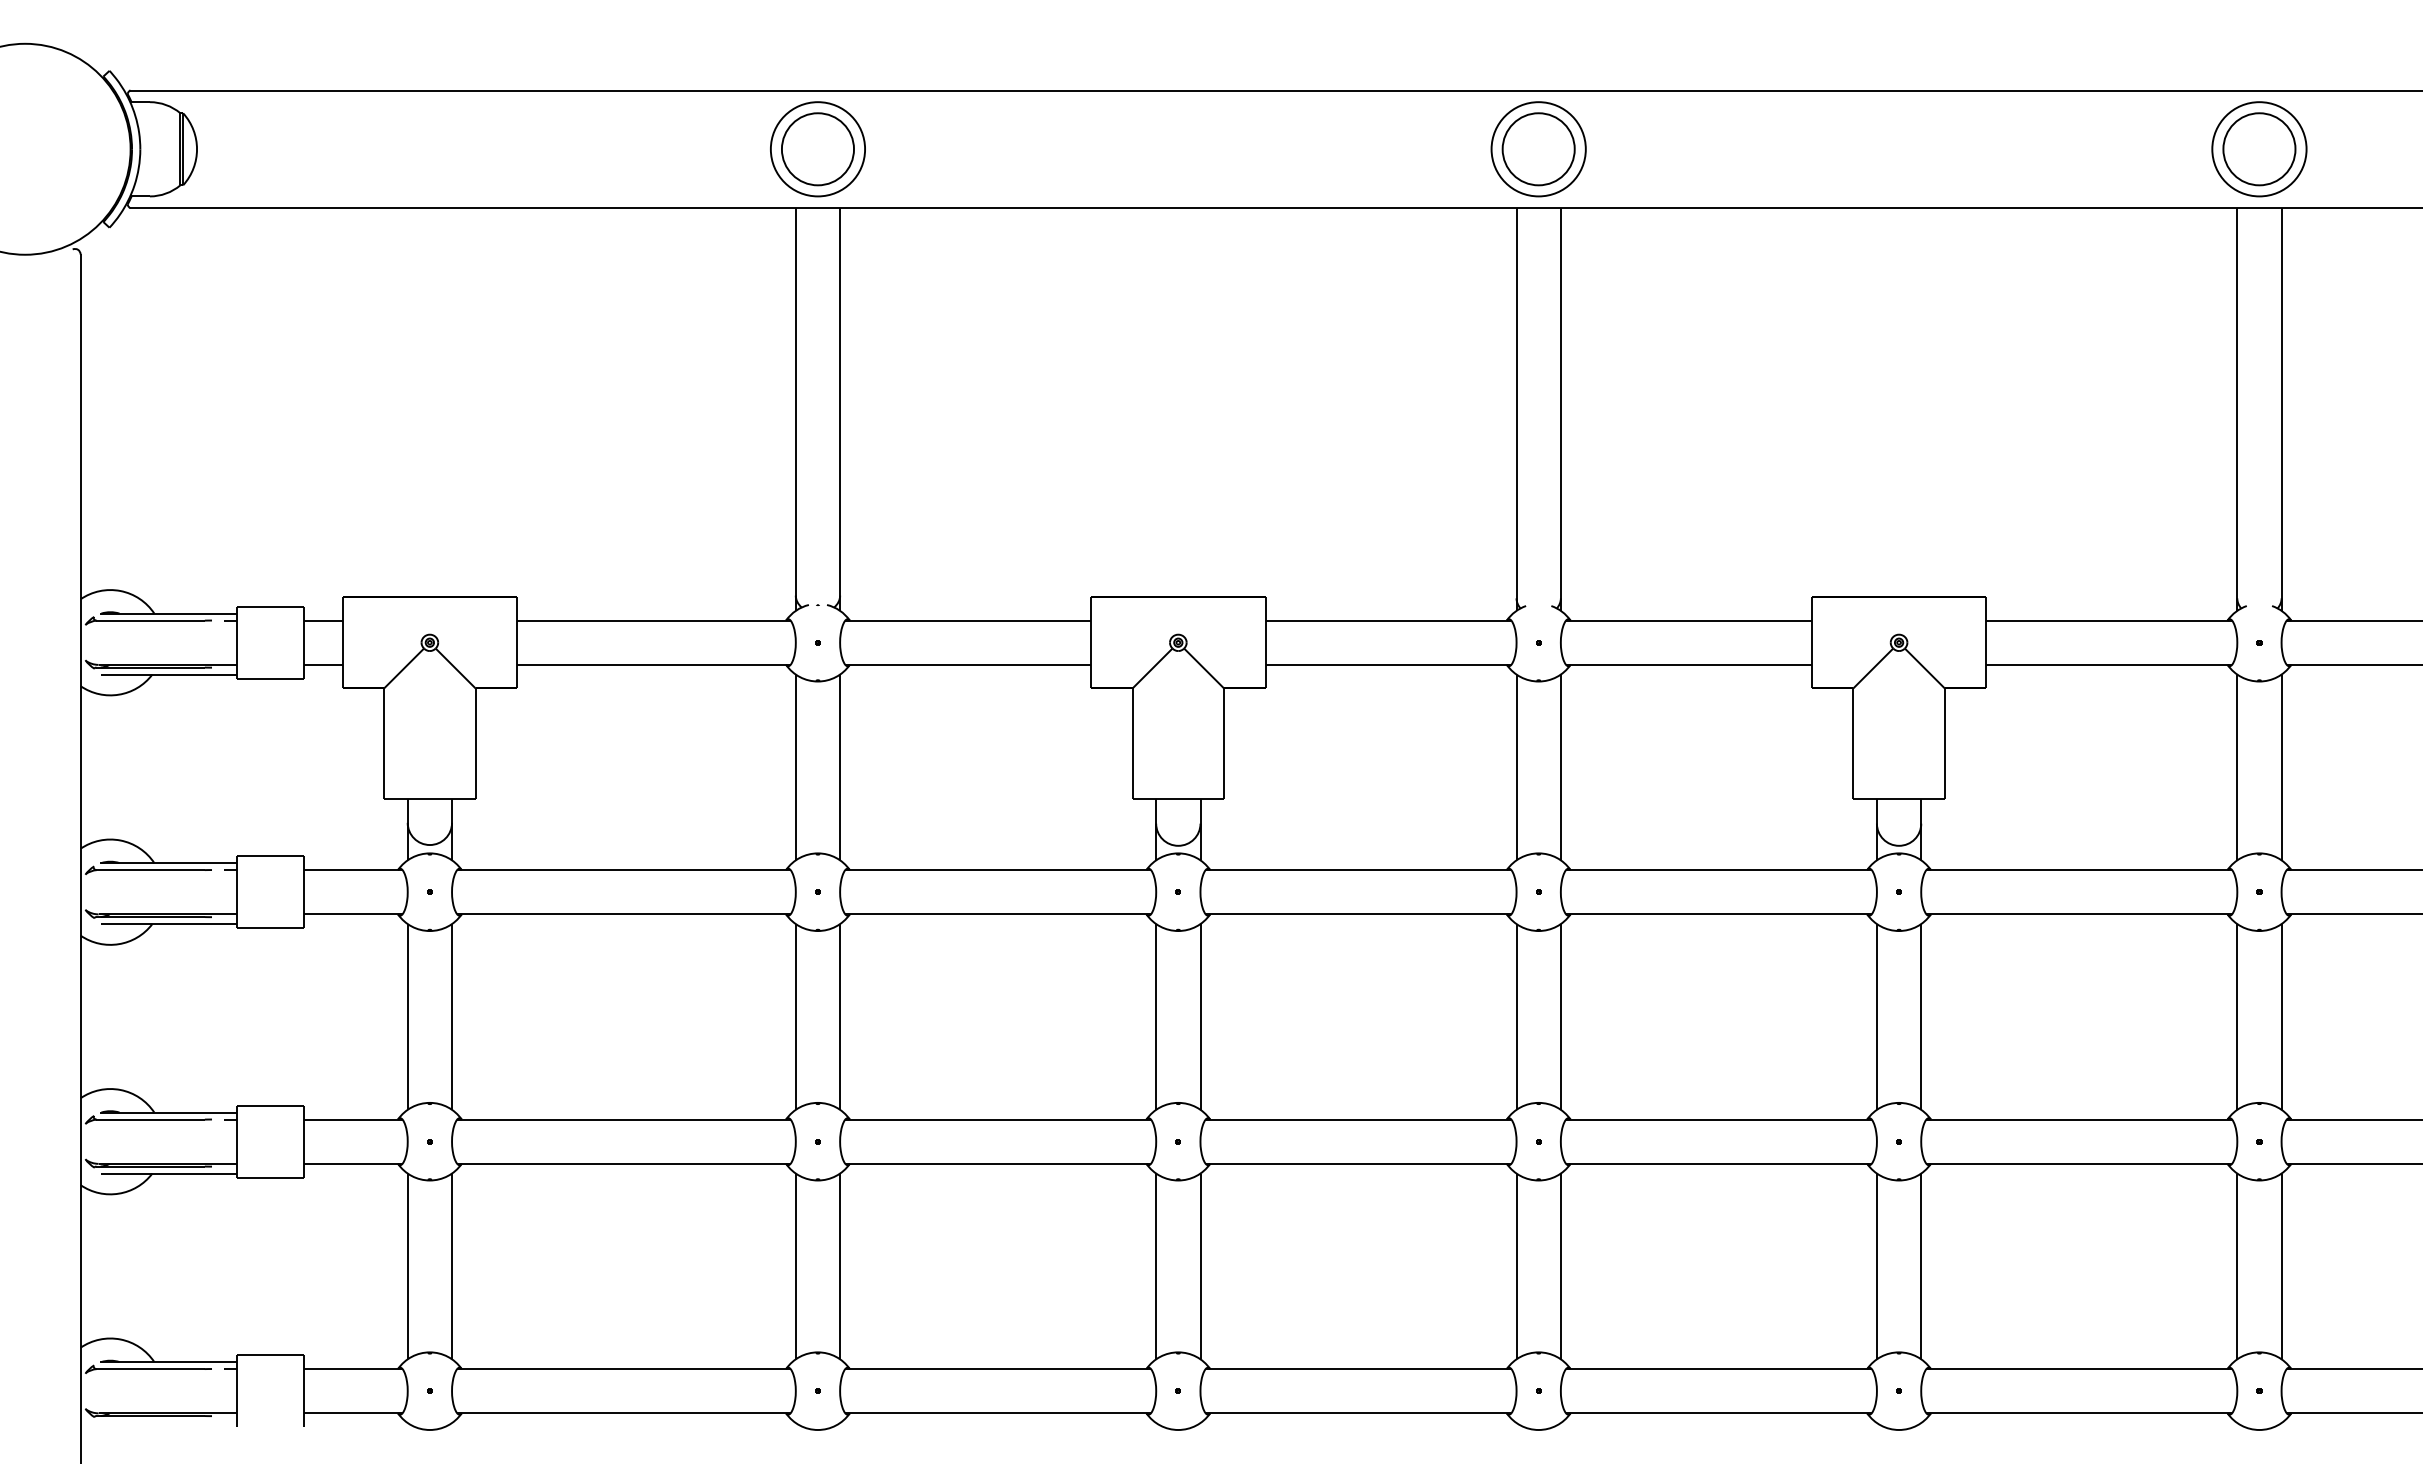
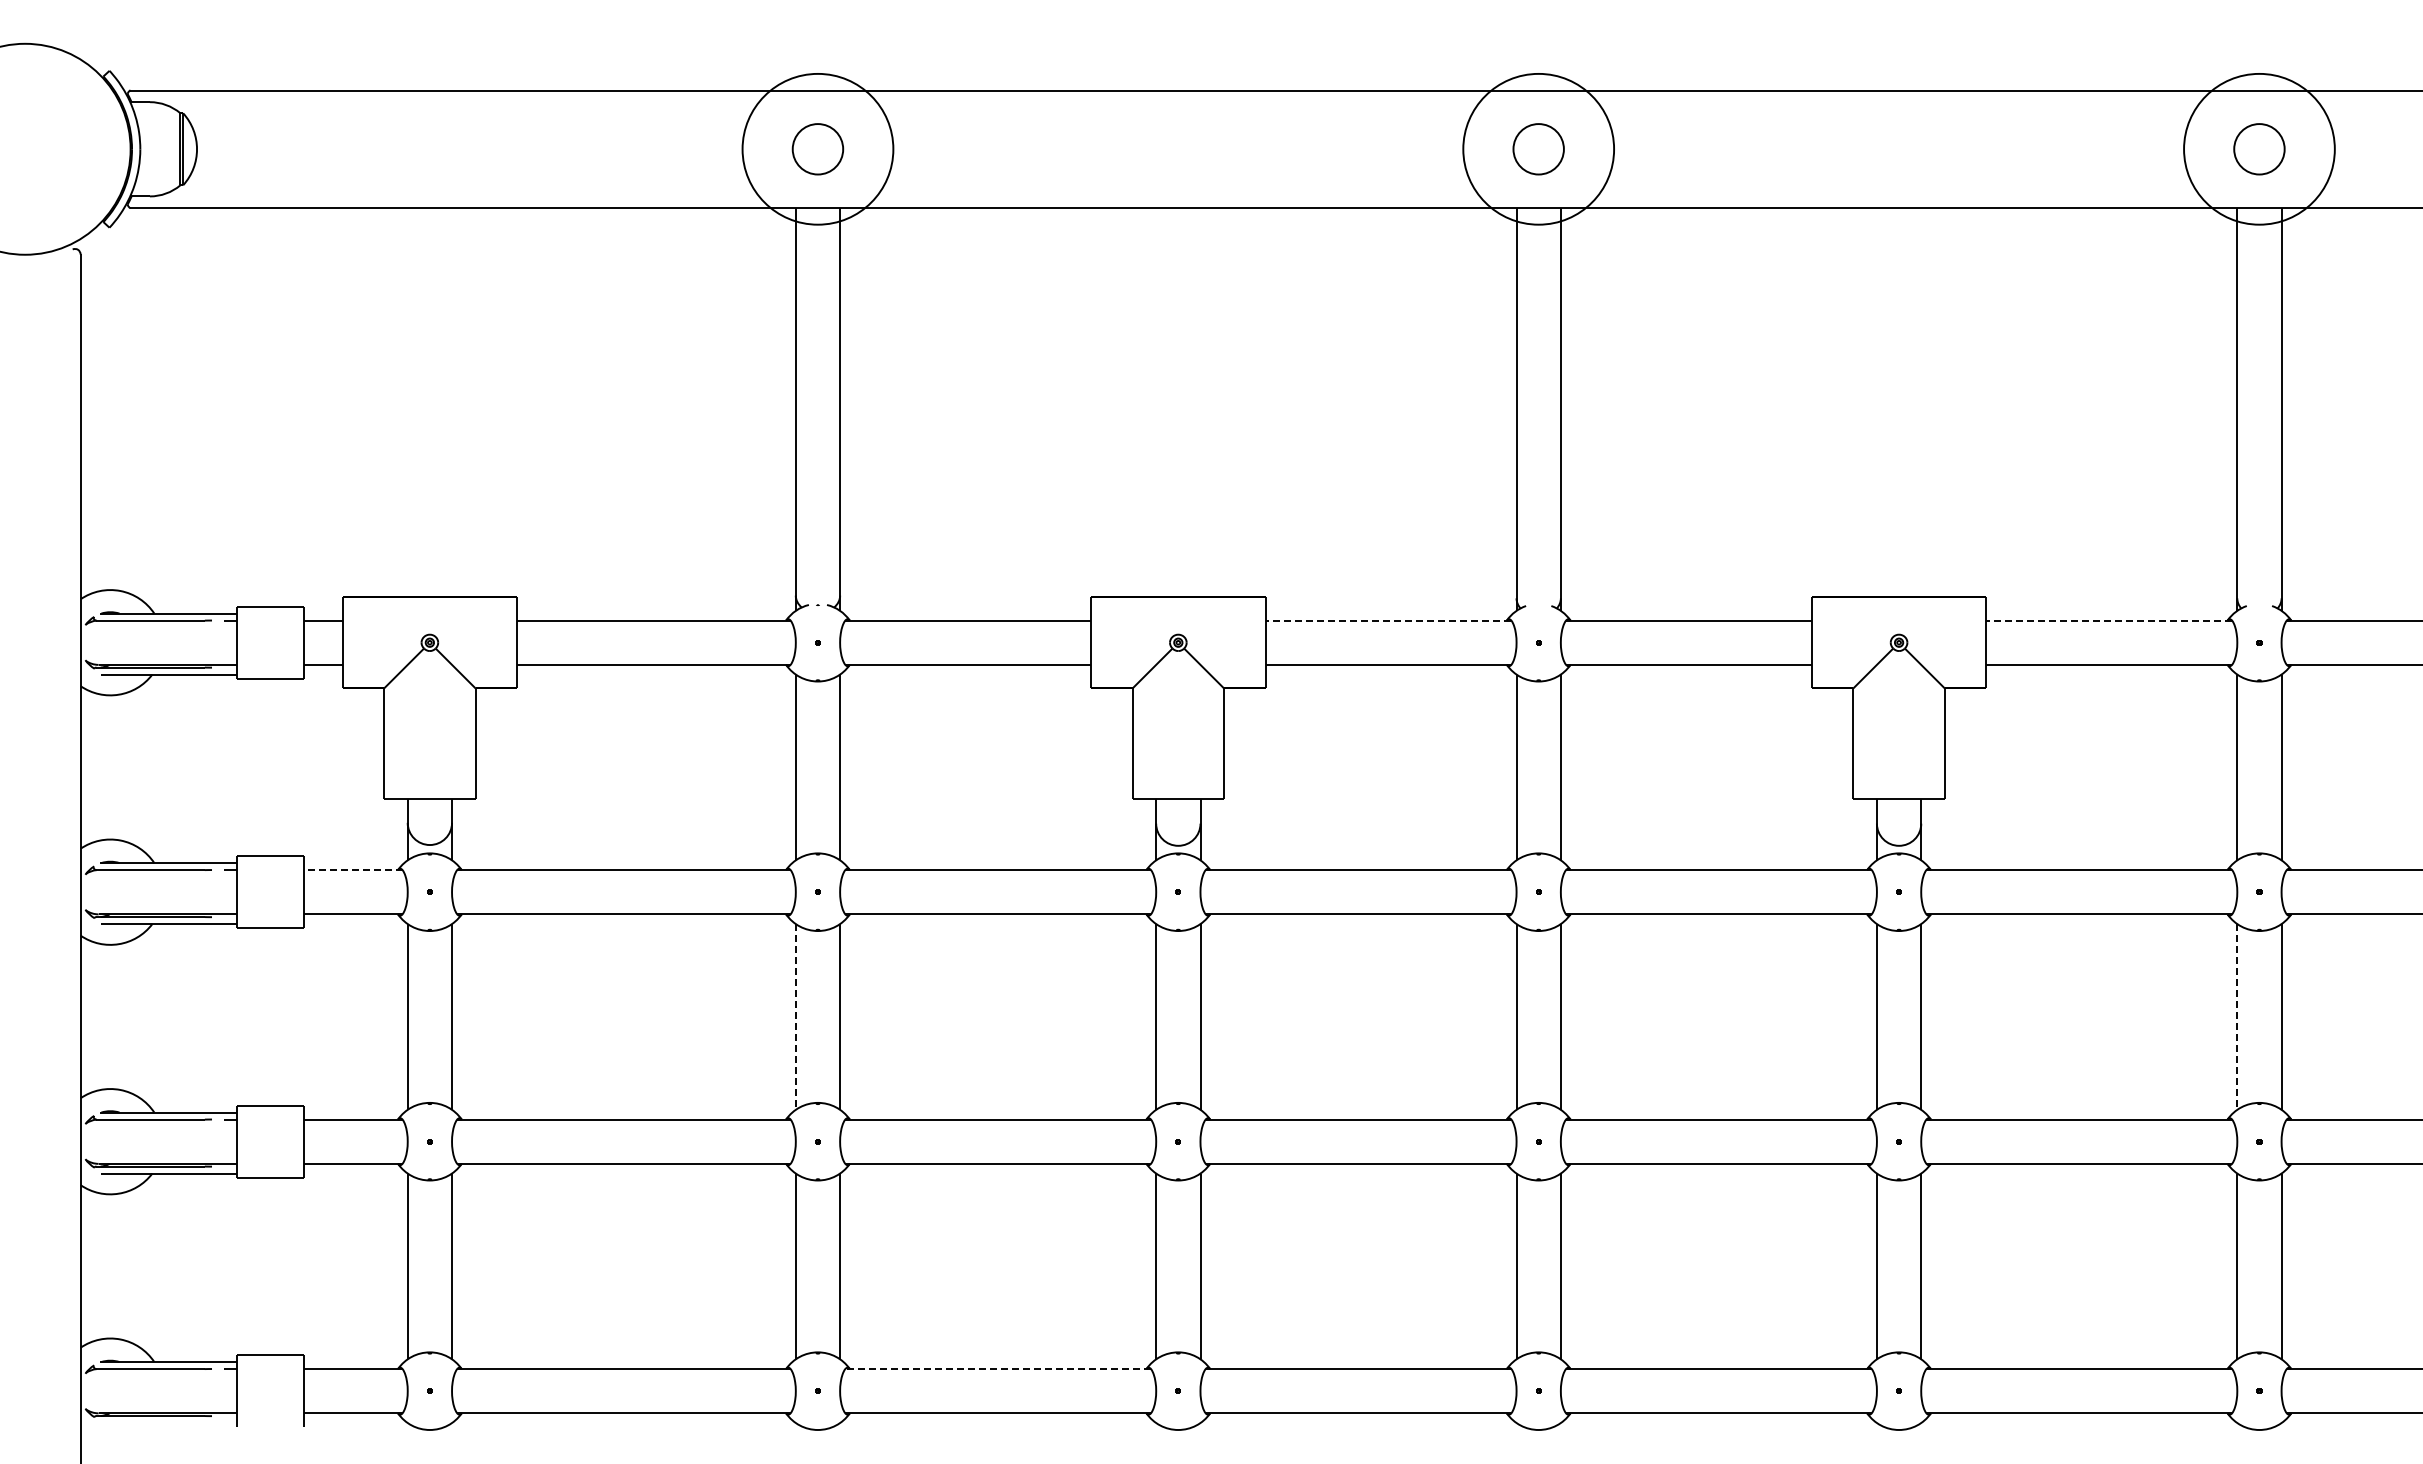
circle at (817, 149) diameter: 72 px -> 50 px
circle at (817, 149) diameter: 94 px -> 151 px
circle at (1538, 149) diameter: 72 px -> 50 px
circle at (1538, 149) diameter: 94 px -> 151 px
circle at (2259, 149) diameter: 72 px -> 50 px
circle at (2259, 149) diameter: 94 px -> 151 px
line at (1388, 620): solid -> dashed
line at (2109, 620): solid -> dashed
line at (352, 870): solid -> dashed
line at (795, 1016): solid -> dashed
line at (2237, 1016): solid -> dashed
line at (998, 1369): solid -> dashed
